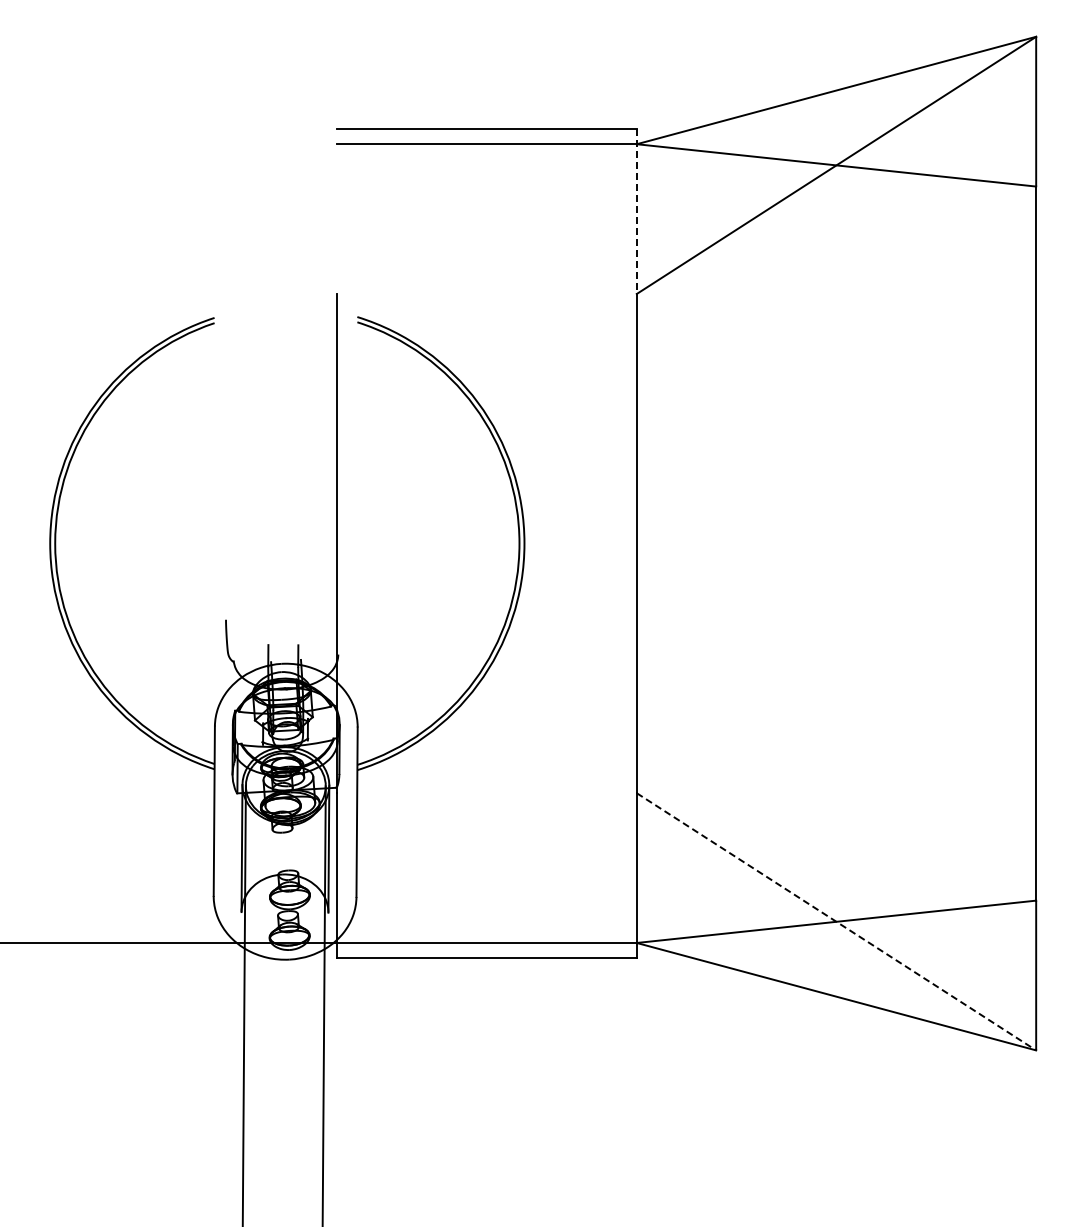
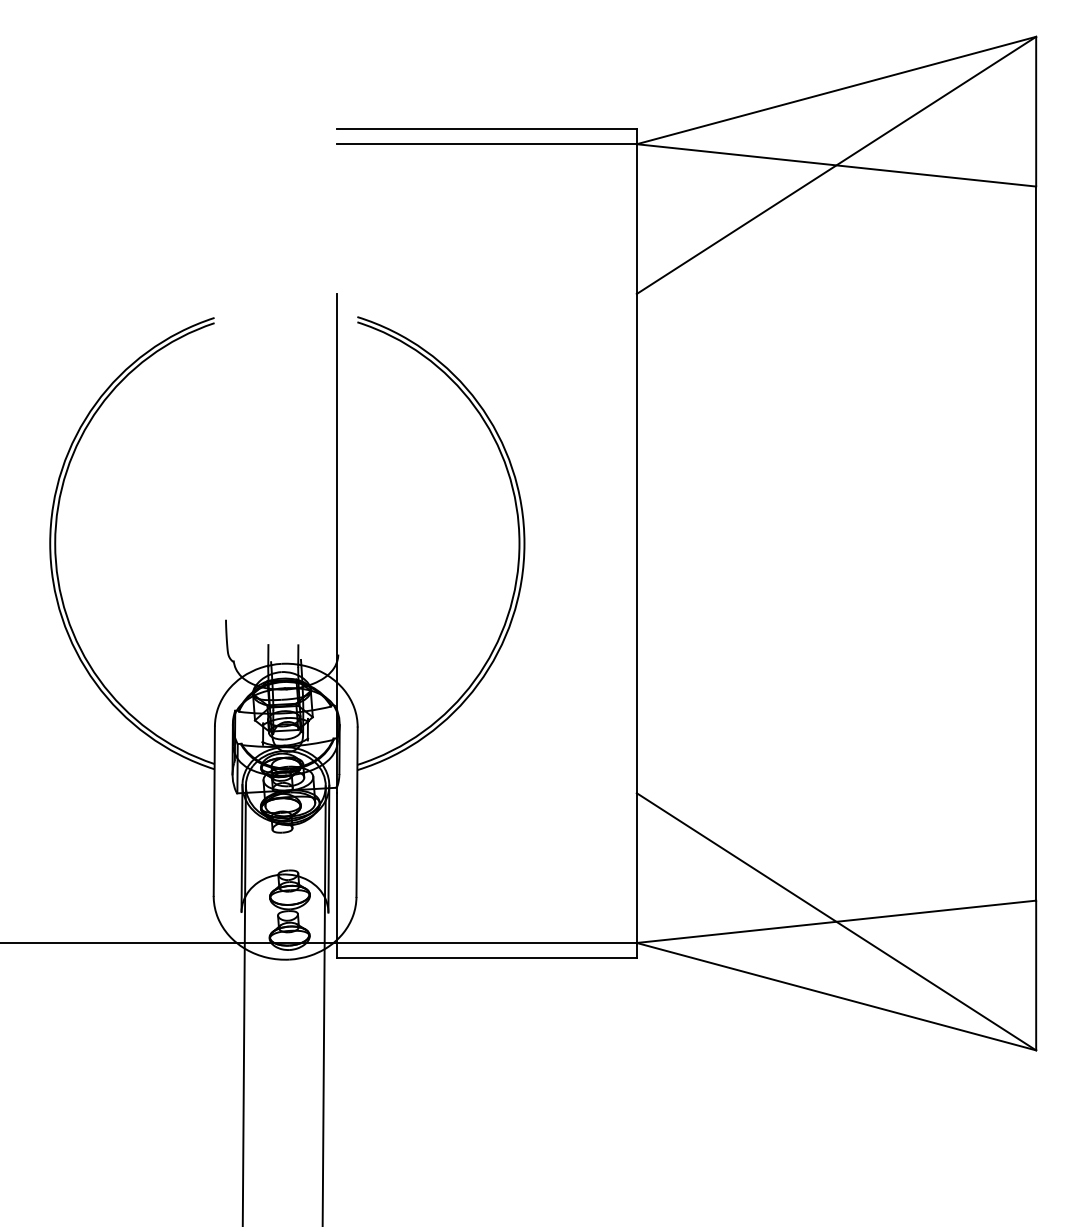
line at (636, 212): dashed -> solid
line at (836, 921): dashed -> solid
